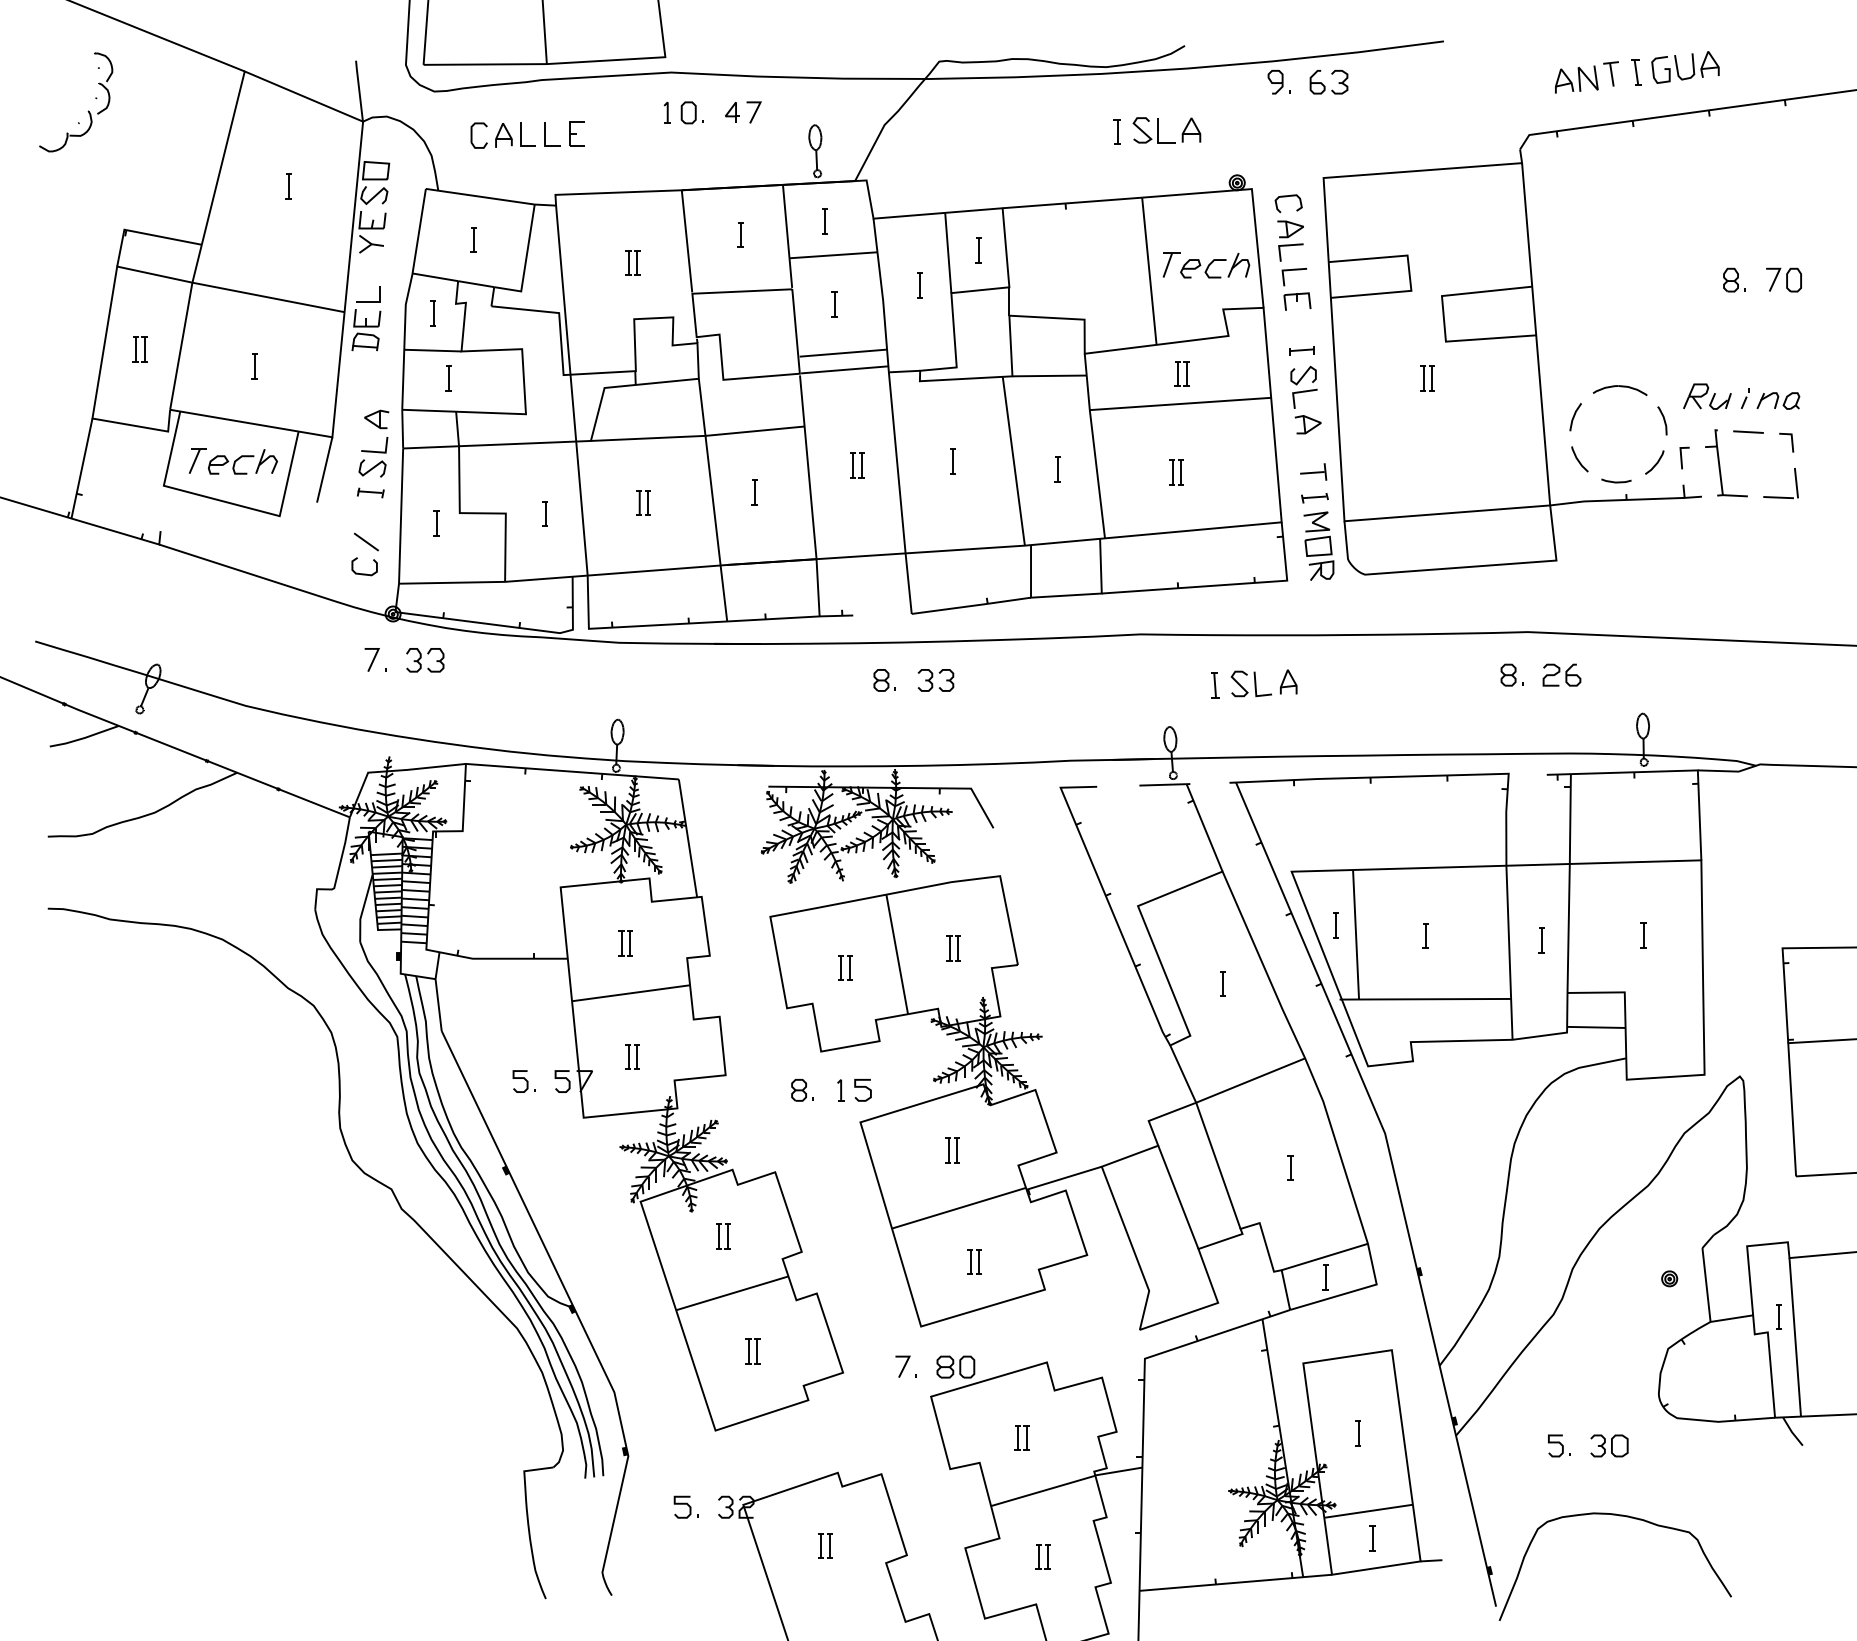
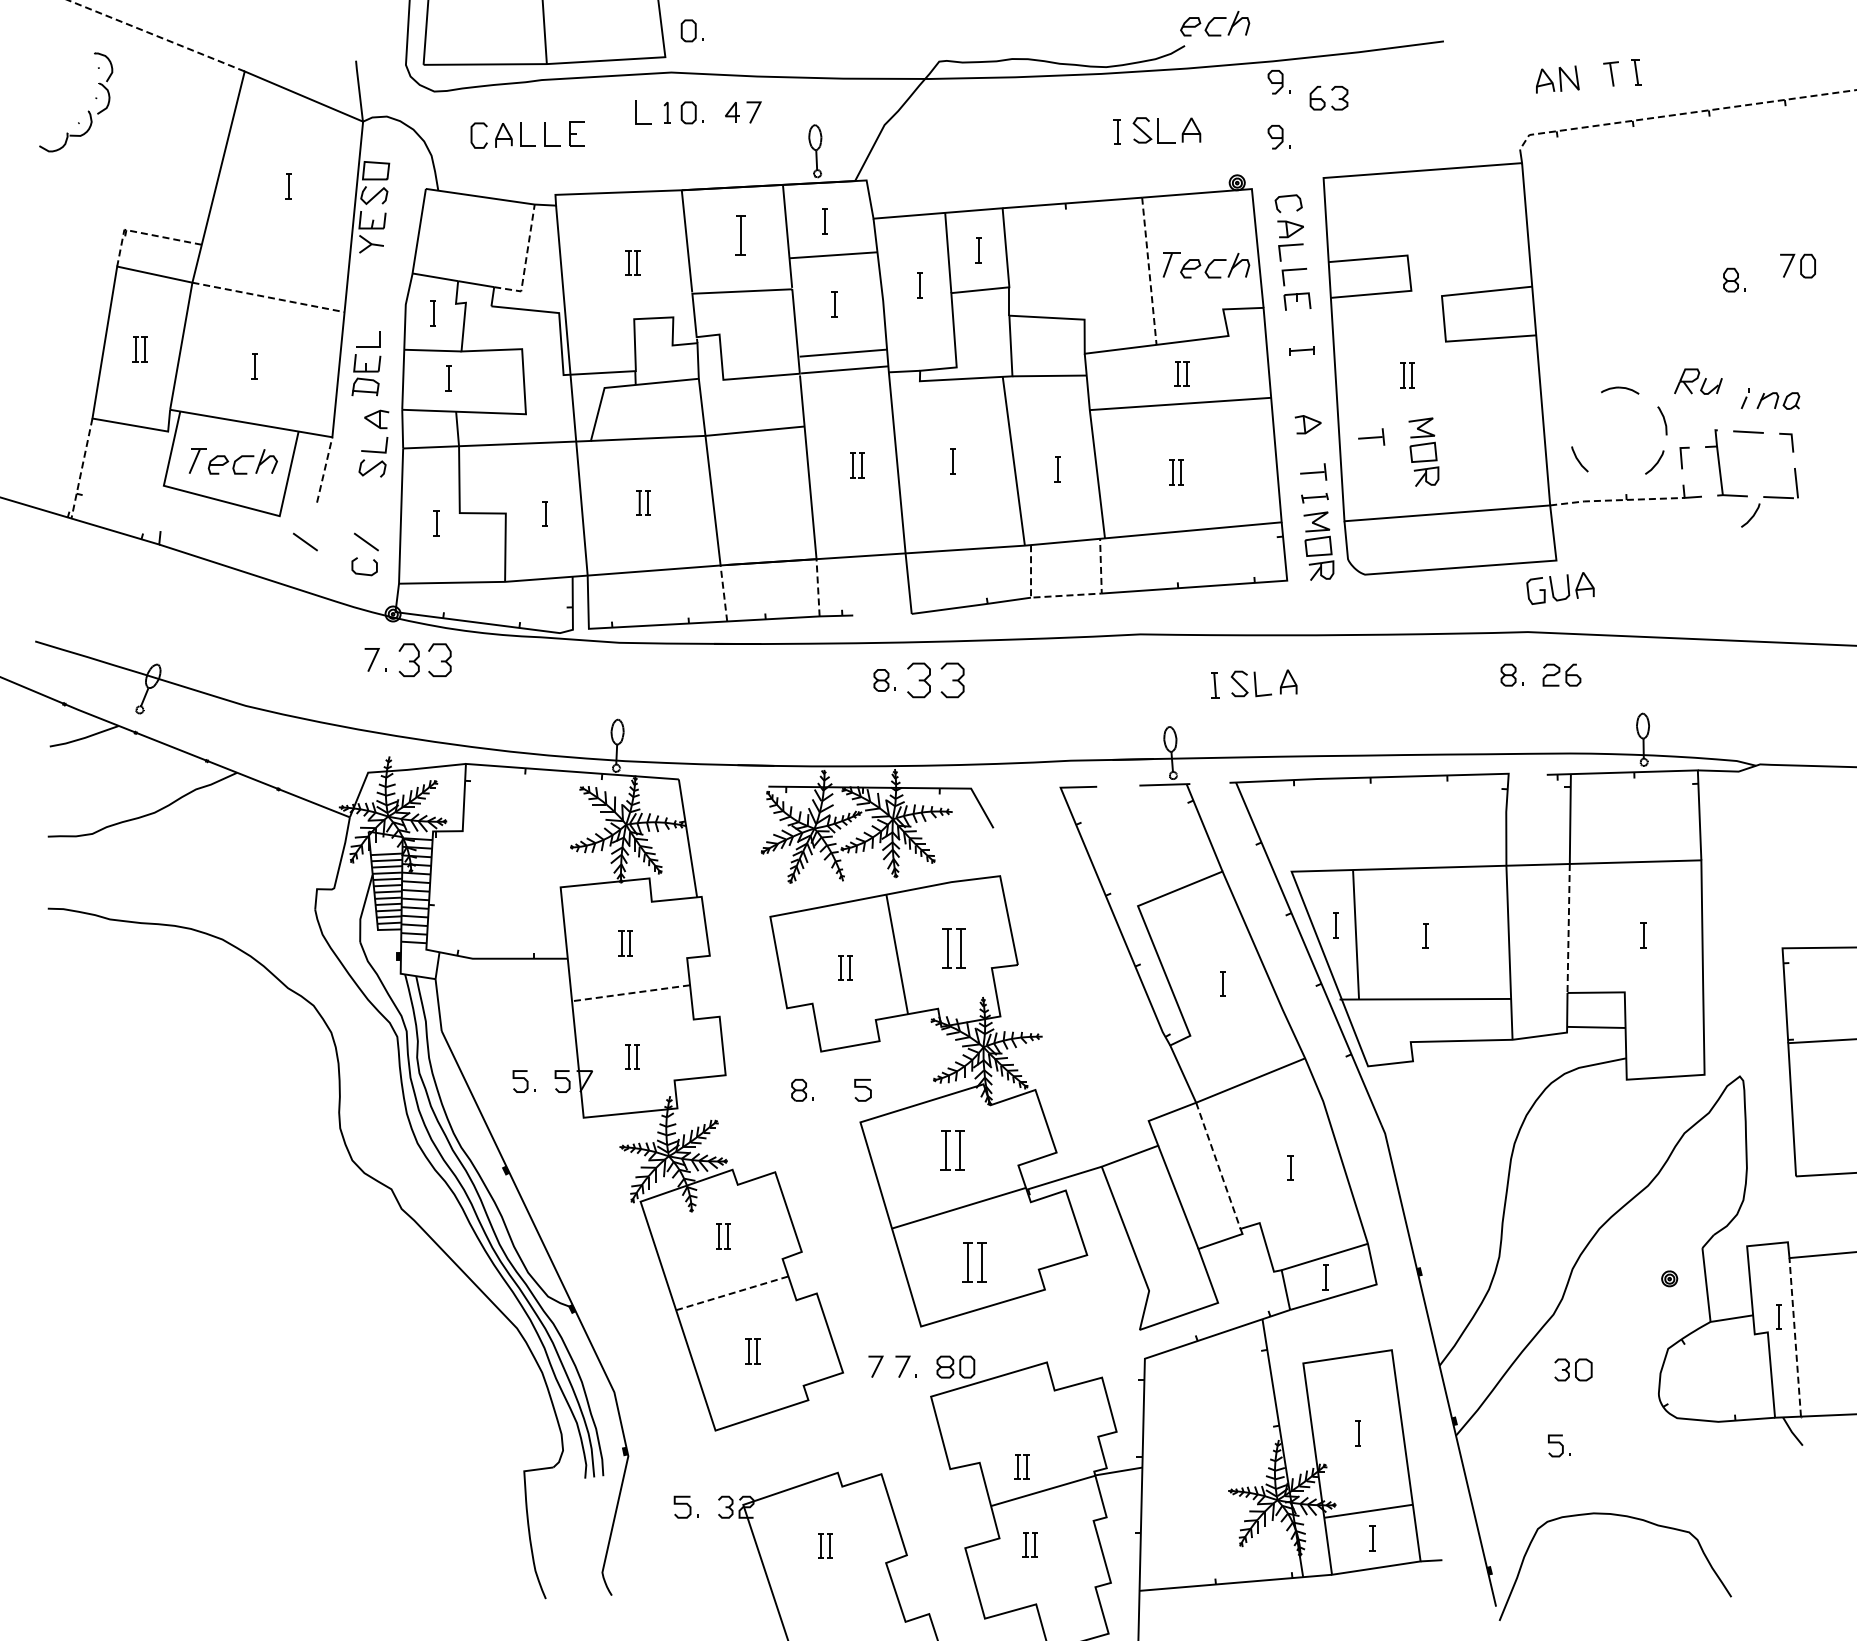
part at (1215, 23): none -> present
part at (691, 30): none -> present
line at (155, 35): solid -> dashed
part at (1692, 67) position: (1692, 67) -> (1567, 588)
part at (1576, 79) position: (1576, 79) -> (1557, 79)
part at (1328, 82) position: (1328, 82) -> (1328, 98)
line at (636, 112): none -> present
line at (1682, 113): solid -> dashed
part at (1278, 137): none -> present
line at (144, 233): solid -> dashed
part at (740, 234) size: 7x26 px -> 11x41 px
part at (473, 239): present -> none
line at (525, 261): solid -> dashed
line at (1149, 272): solid -> dashed
part at (1783, 279) position: (1783, 279) -> (1797, 265)
line at (268, 297): solid -> dashed
part at (366, 318) position: (366, 318) -> (366, 363)
part at (1427, 378) position: (1427, 378) -> (1407, 375)
part at (1303, 386): present -> none
part at (1619, 390) size: 56x12 px -> 39x9 px
part at (1707, 396) position: (1707, 396) -> (1698, 381)
curve at (1574, 417): present -> none
part at (1371, 436): none -> present
part at (1423, 451): none -> present
line at (324, 469): solid -> dashed
line at (81, 470): solid -> dashed
line at (1616, 481): present -> none
part at (370, 492): present -> none
part at (754, 492): present -> none
line at (1617, 500): solid -> dashed
line at (1751, 516): none -> present
line at (305, 541): none -> present
line at (818, 587): solid -> dashed
line at (723, 593): solid -> dashed
line at (1067, 595): solid -> dashed
part at (425, 660) size: 39x25 px -> 54x35 px
part at (935, 680) size: 38x23 px -> 58x37 px
line at (1568, 929): solid -> dashed
part at (1541, 940): present -> none
part at (953, 948) size: 15x27 px -> 24x41 px
line at (629, 993): solid -> dashed
part at (840, 1090): present -> none
part at (952, 1150) size: 15x27 px -> 25x41 px
line at (1218, 1165): solid -> dashed
part at (974, 1261) size: 15x26 px -> 25x41 px
line at (731, 1293): solid -> dashed
line at (1795, 1337): solid -> dashed
line at (876, 1366): none -> present
part at (1021, 1437) position: (1021, 1437) -> (1021, 1466)
part at (1609, 1445) position: (1609, 1445) -> (1573, 1369)
part at (1042, 1556) position: (1042, 1556) -> (1029, 1544)
